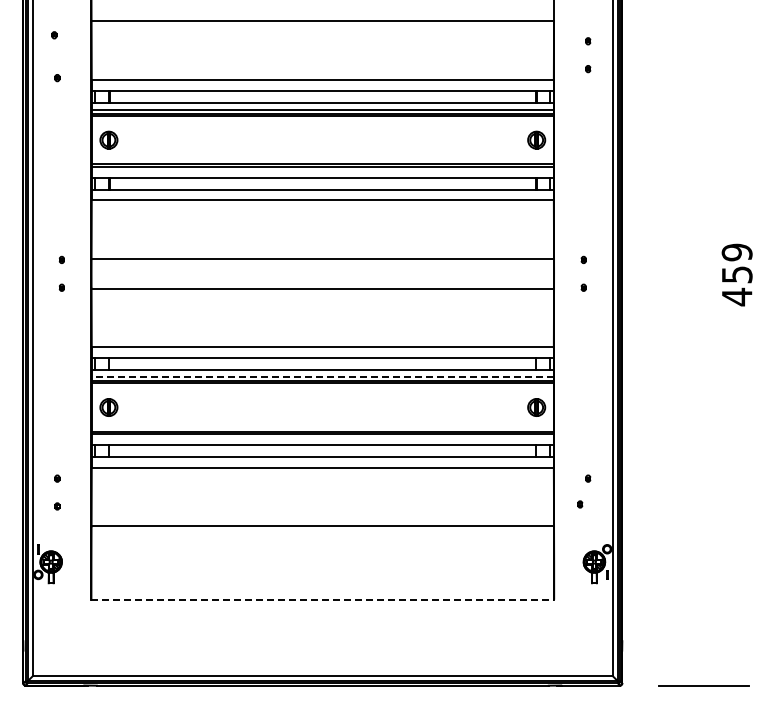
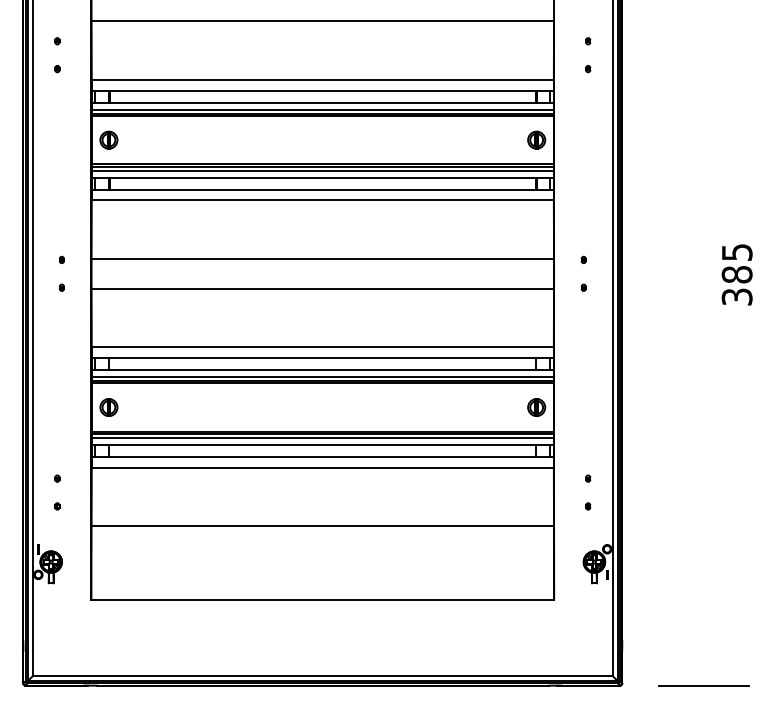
part at (54, 35) position: (54, 35) -> (57, 41)
part at (57, 78) position: (57, 78) -> (57, 69)
line at (322, 170): none -> present
text at (736, 274): 459 -> 385
line at (322, 376): dashed -> solid
line at (322, 438): none -> present
part at (580, 504) position: (580, 504) -> (588, 506)
line at (323, 599): dashed -> solid
